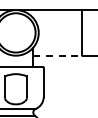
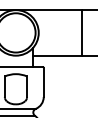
line at (57, 55): dashed -> solid
